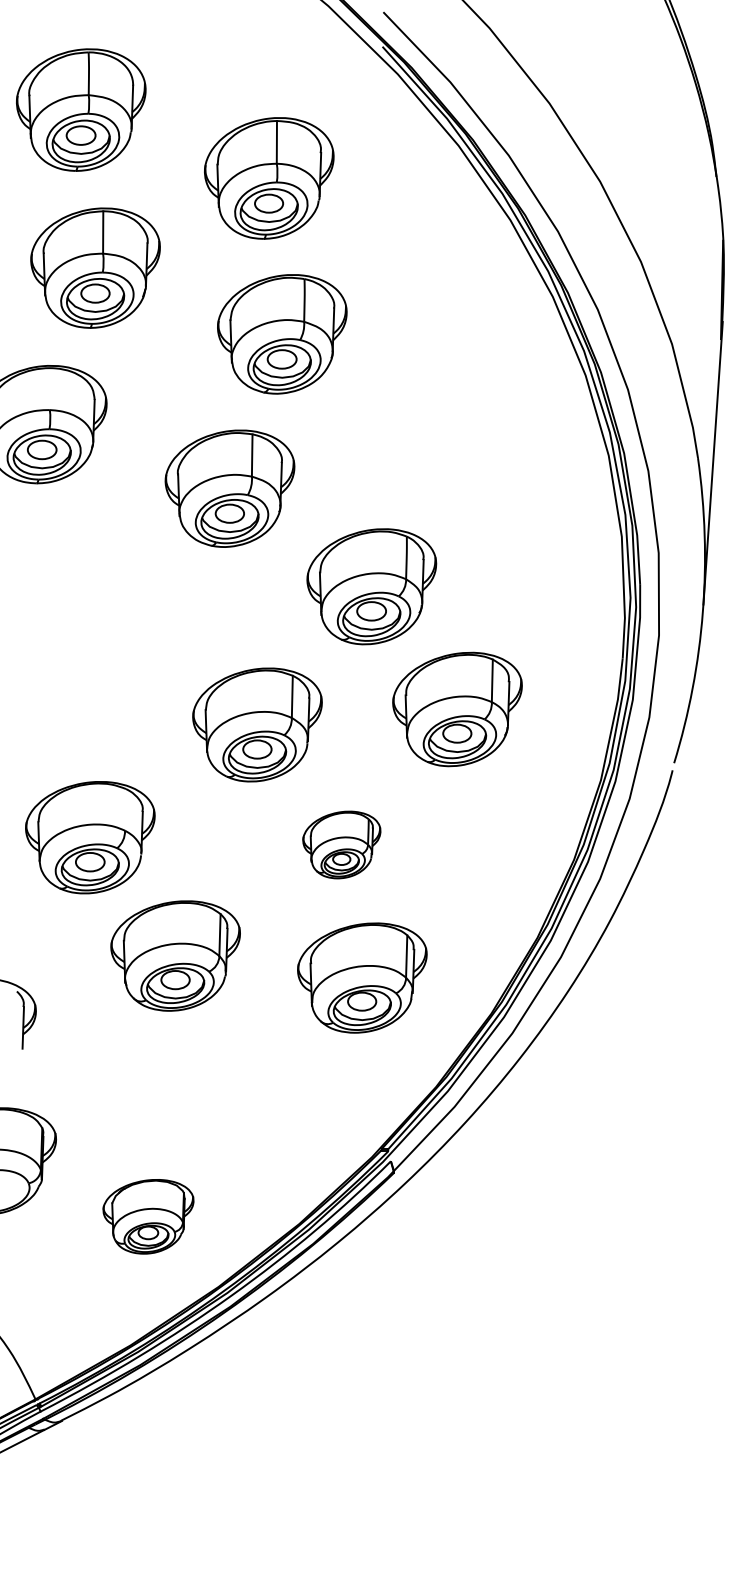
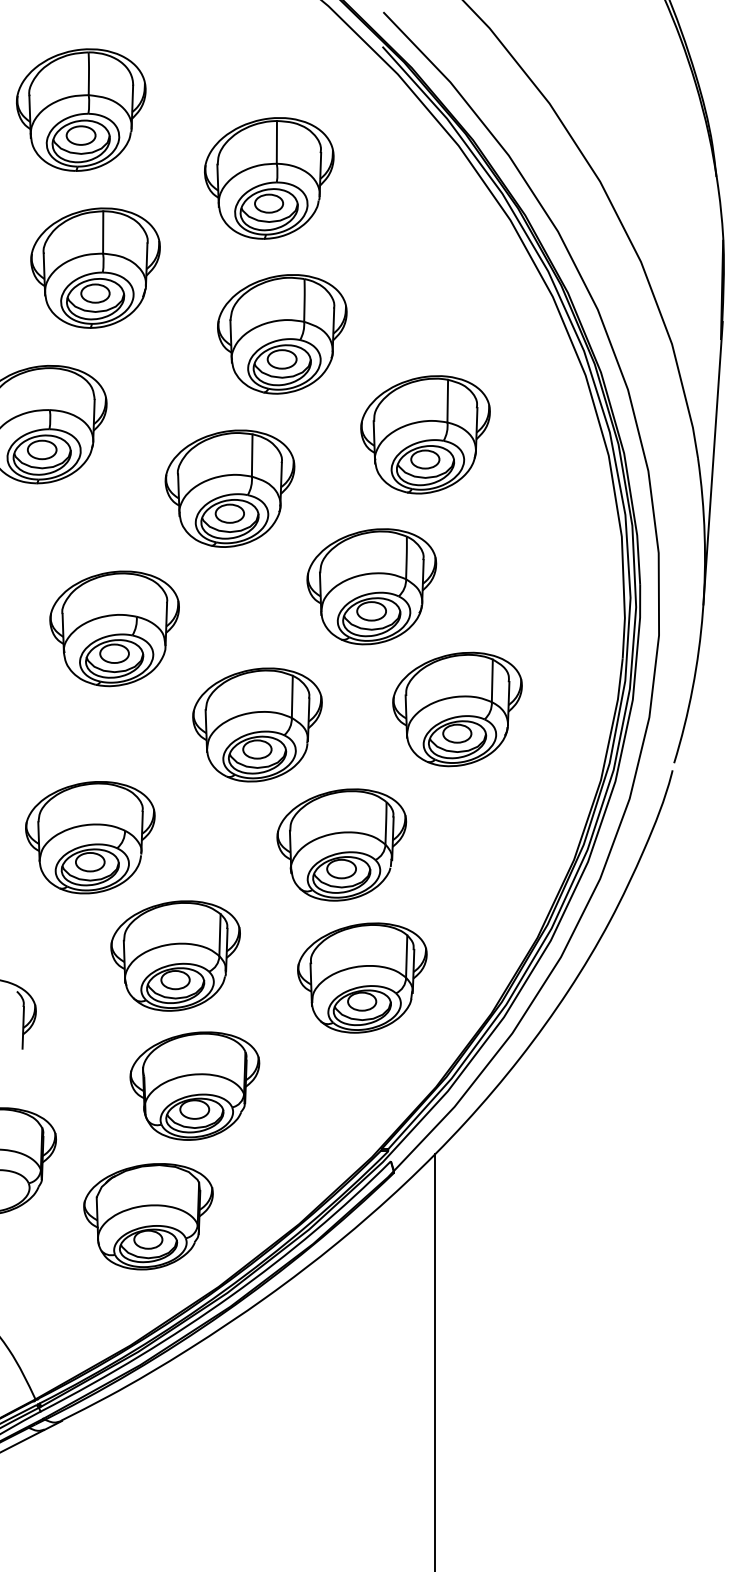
part at (425, 434): none -> present
part at (114, 628): none -> present
part at (341, 844) size: 80x70 px -> 132x114 px
part at (194, 1085): none -> present
part at (148, 1216) size: 93x76 px -> 131x108 px
line at (434, 1360): none -> present
